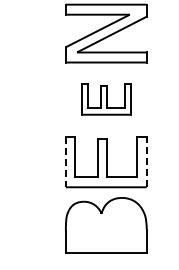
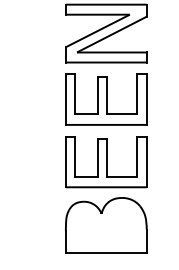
part at (106, 99) size: 51x33 px -> 83x53 px
line at (146, 161): dashed -> solid
line at (65, 162): dashed -> solid
